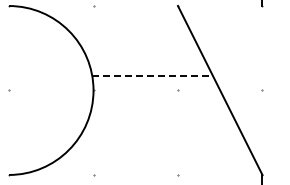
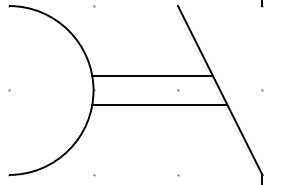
line at (153, 76): dashed -> solid
line at (159, 104): none -> present
